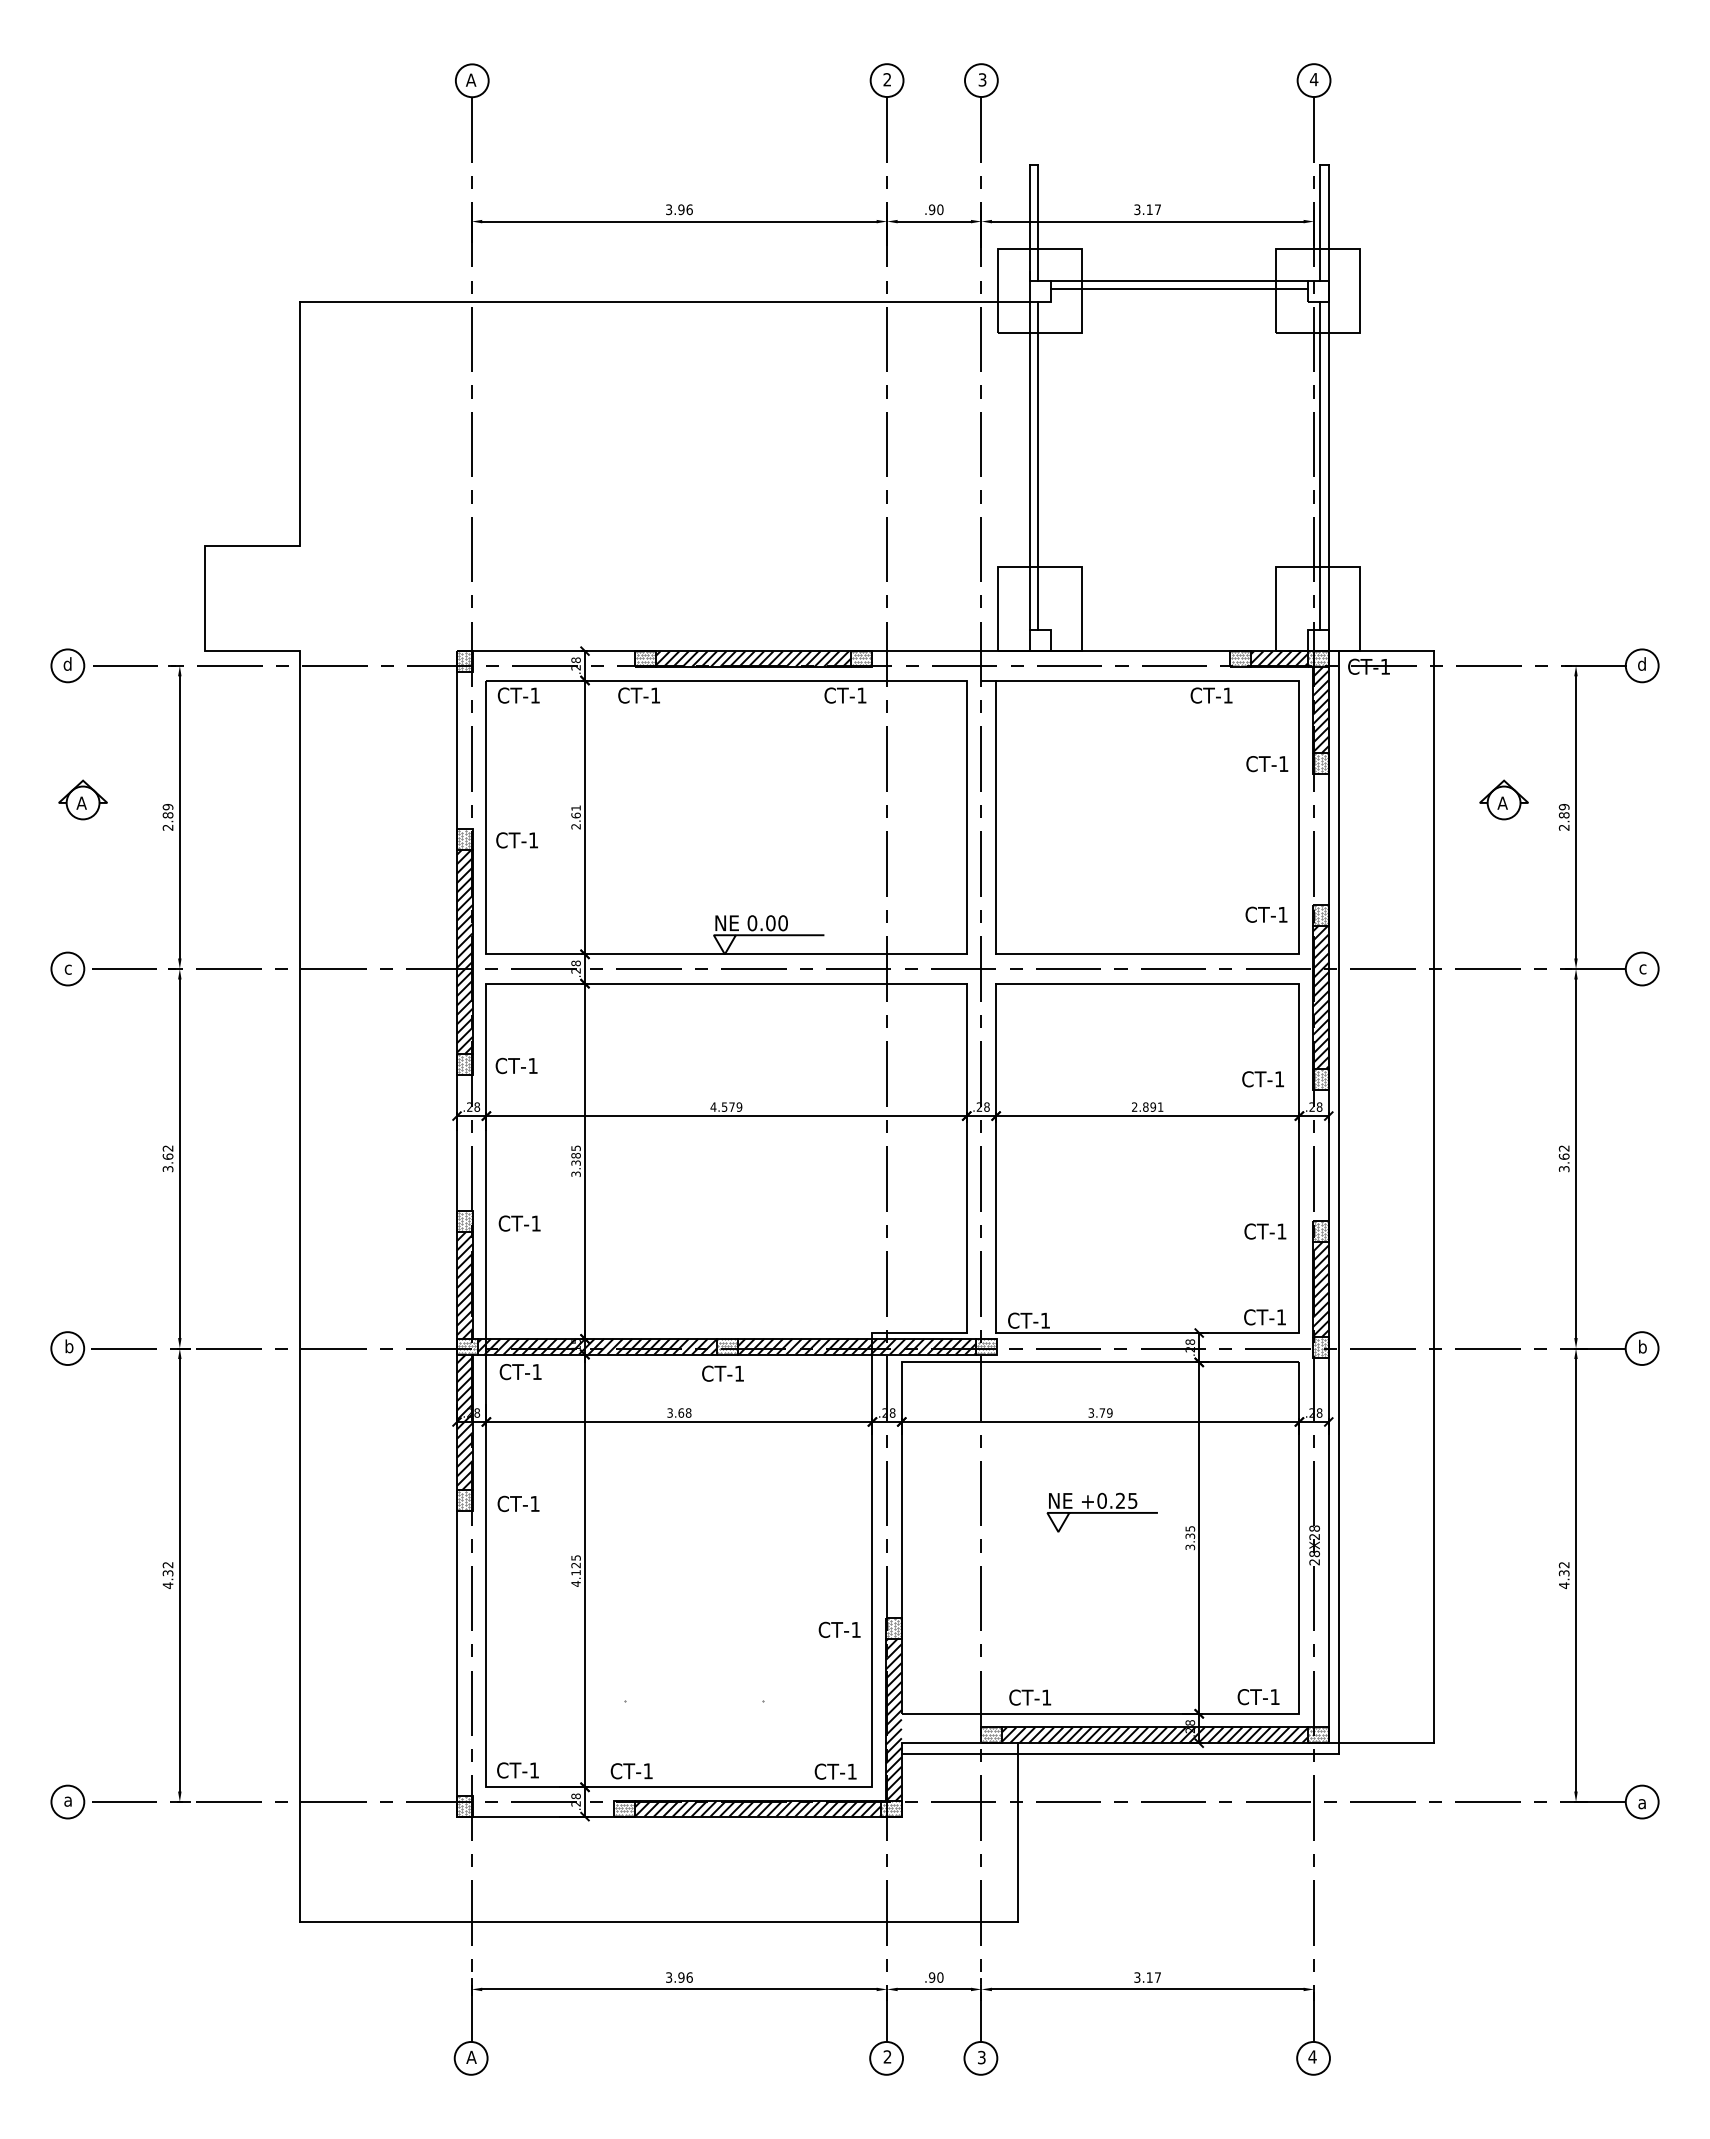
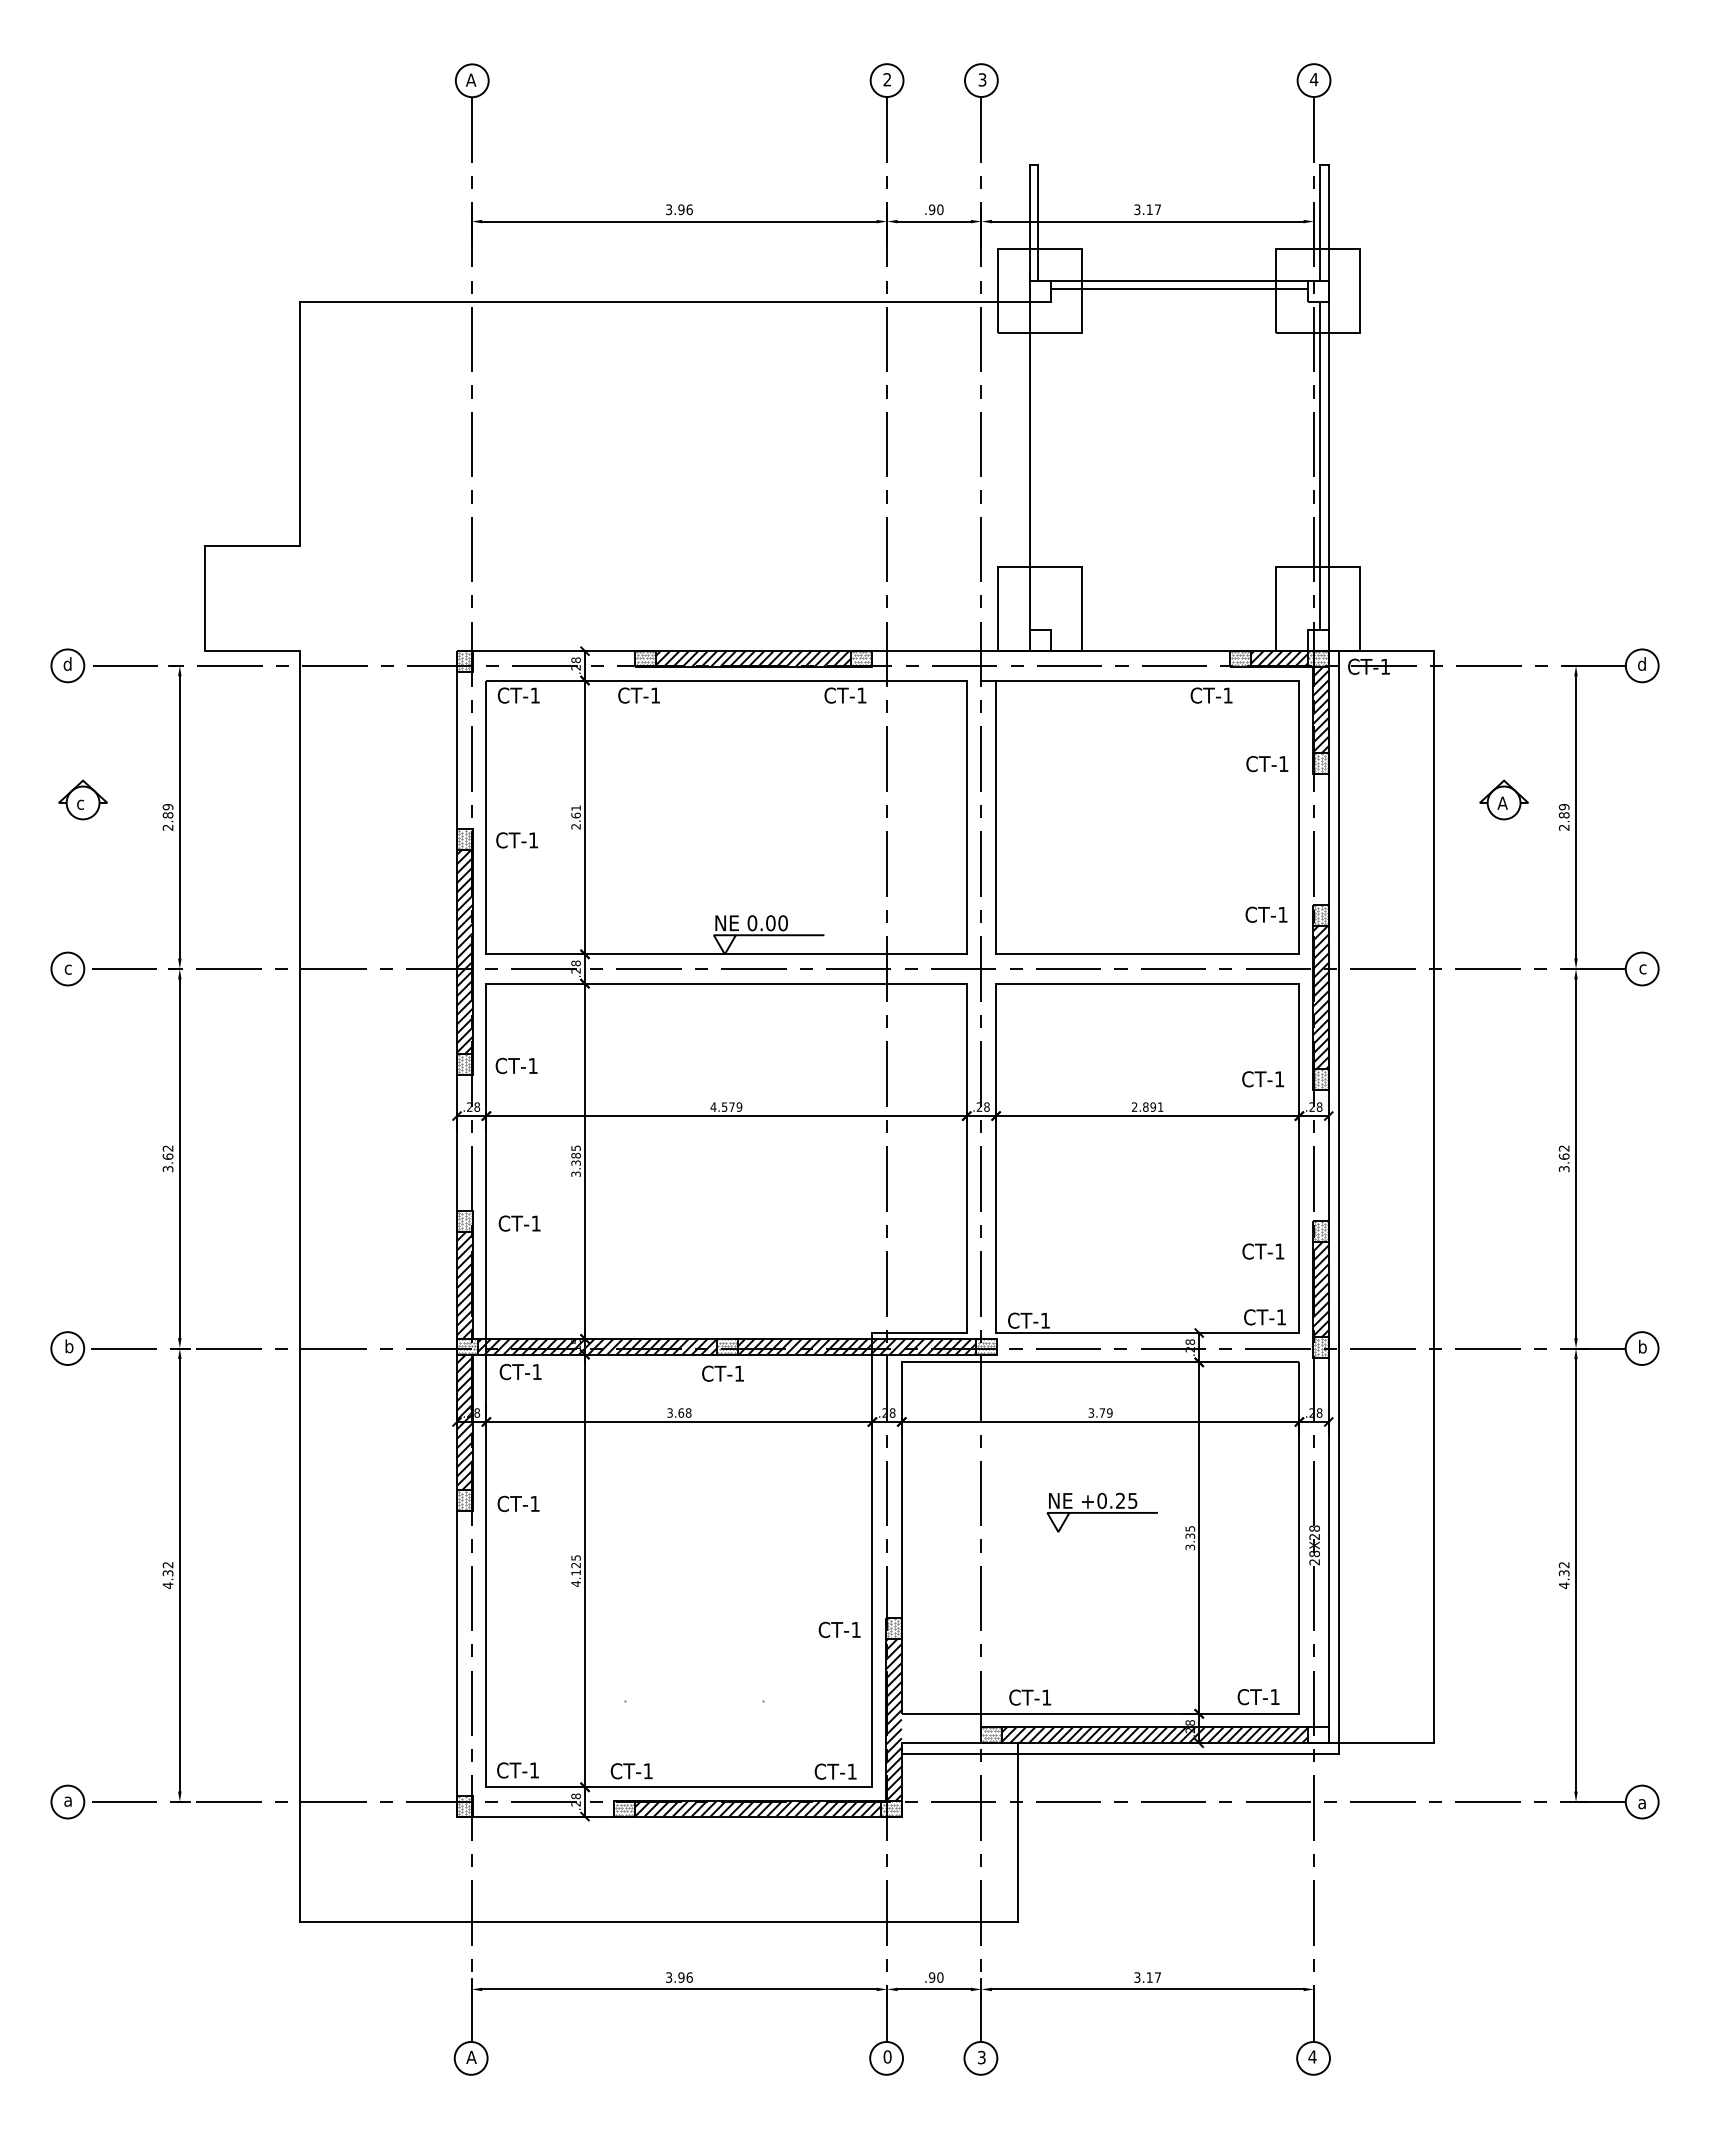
line at (1038, 465): present -> none
text at (81, 802): A -> c
text at (1265, 1231) position: (1265, 1231) -> (1263, 1251)
hatch at (1318, 1734): present -> none
text at (887, 2056): 2 -> 0
